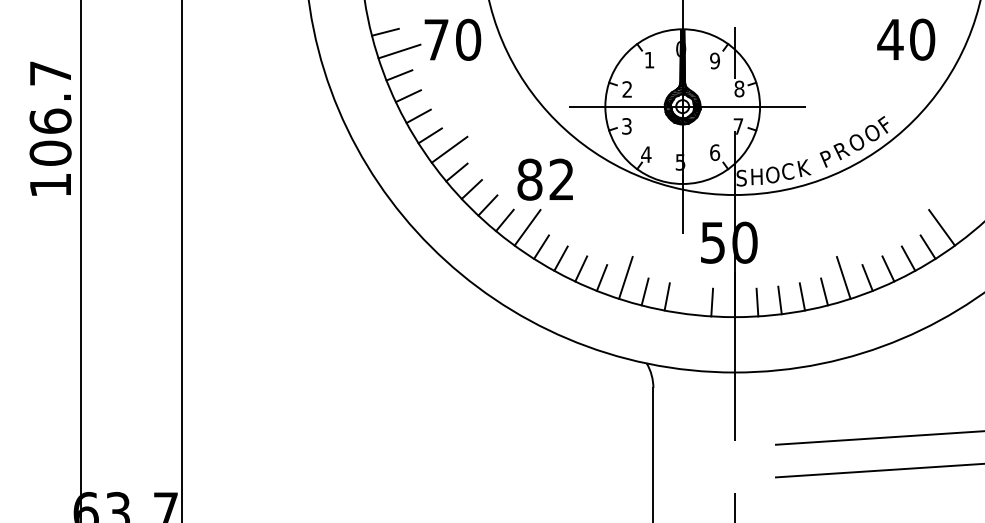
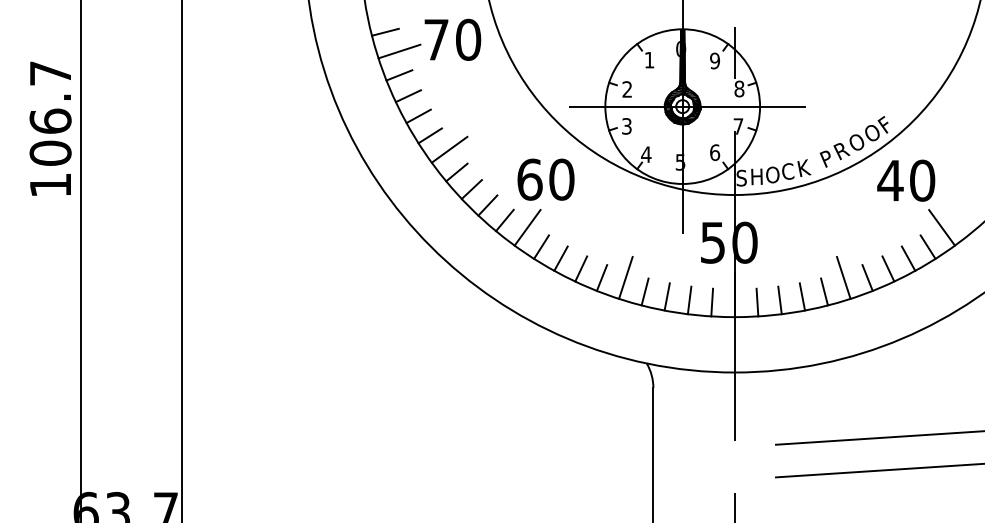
text at (906, 39) position: (906, 39) -> (906, 180)
text at (545, 179): 82 -> 60
line at (689, 300): none -> present
